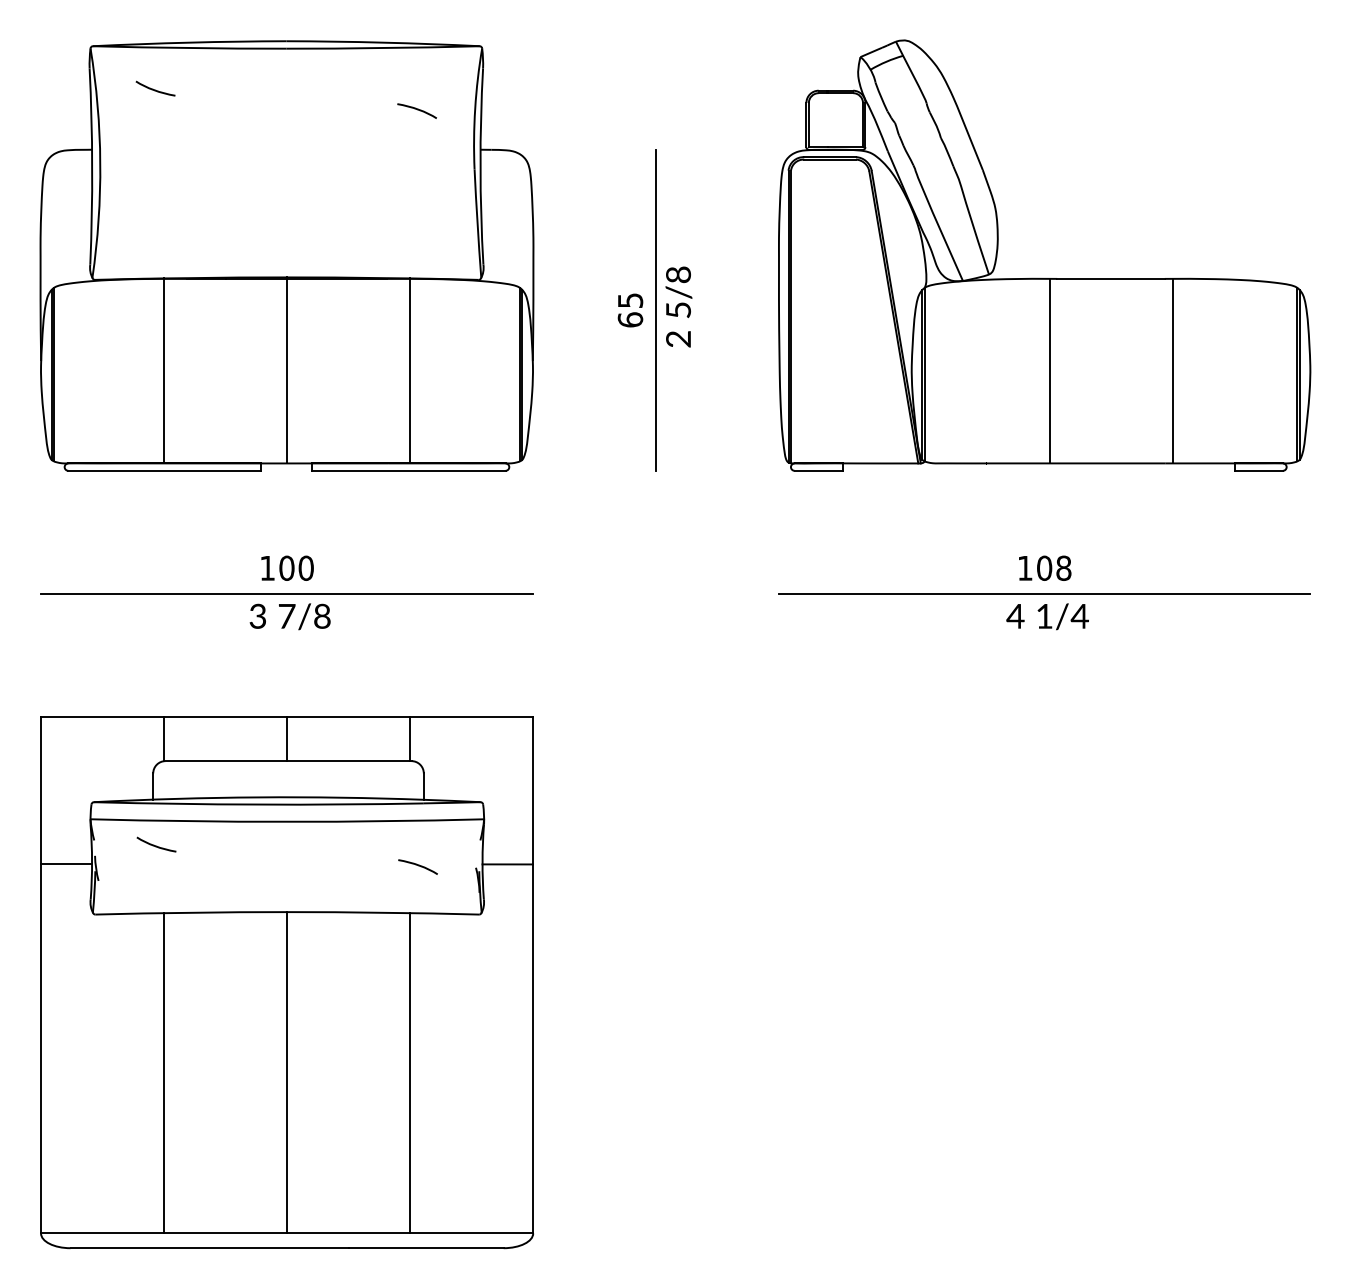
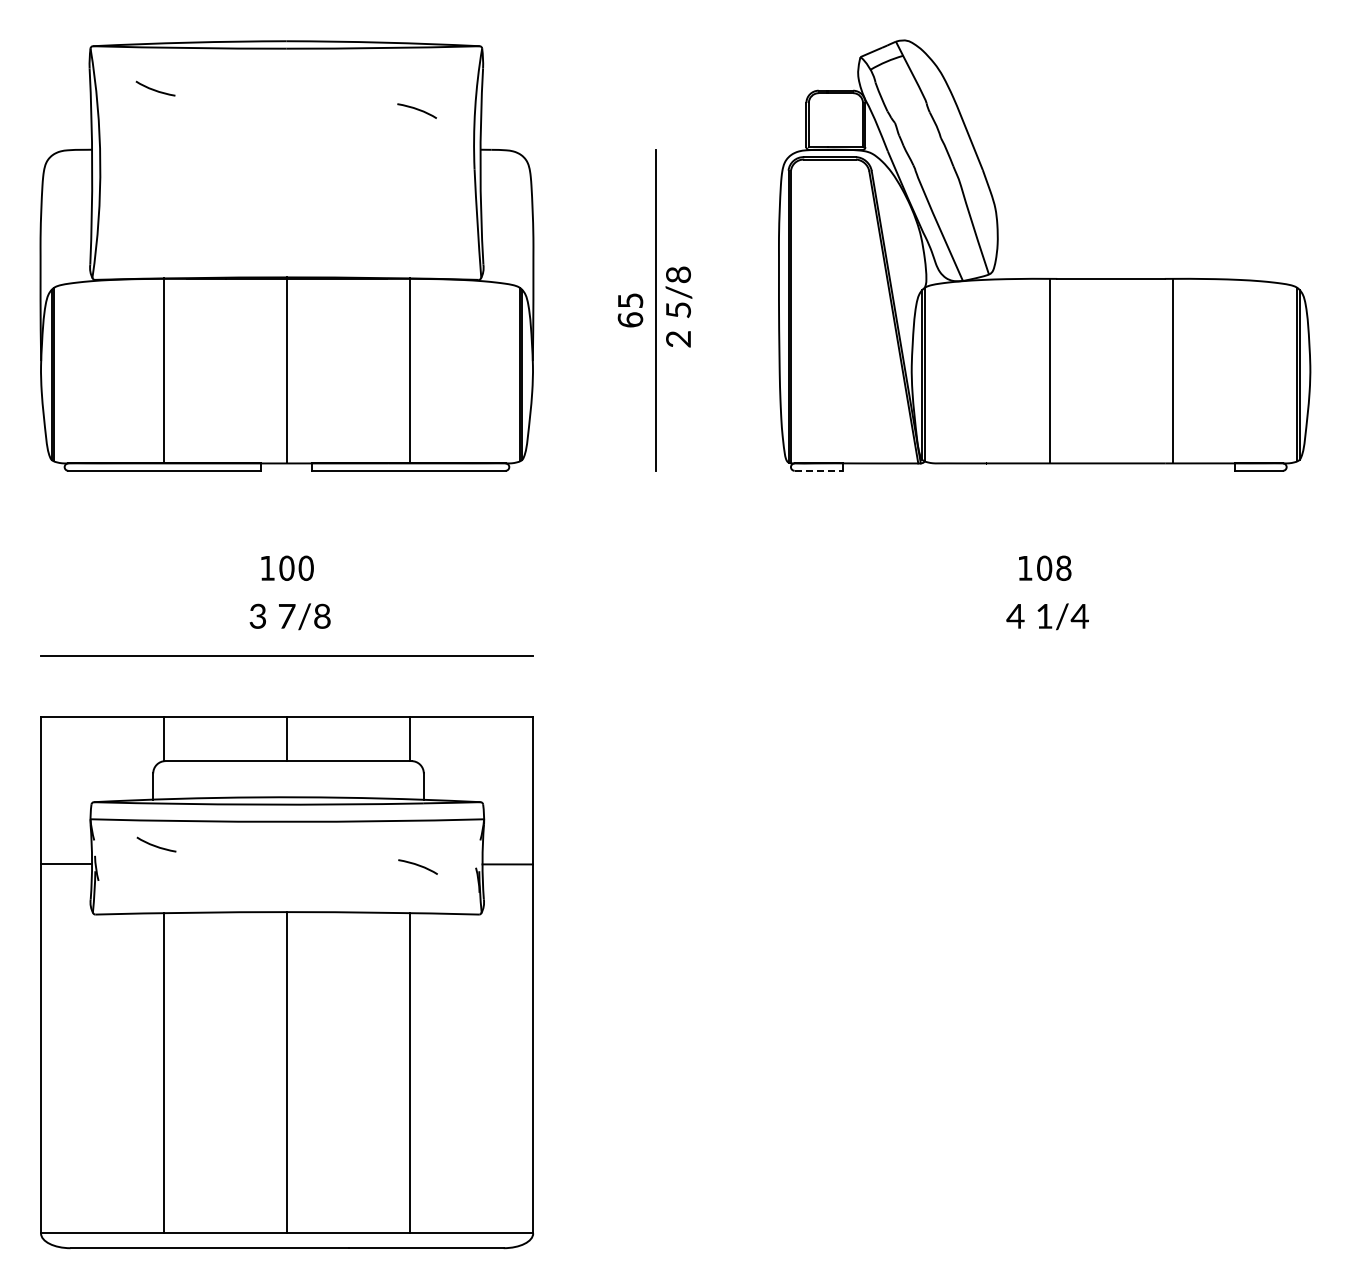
line at (818, 470): solid -> dashed
line at (286, 593) position: (286, 593) -> (286, 655)
line at (1044, 593): present -> none
